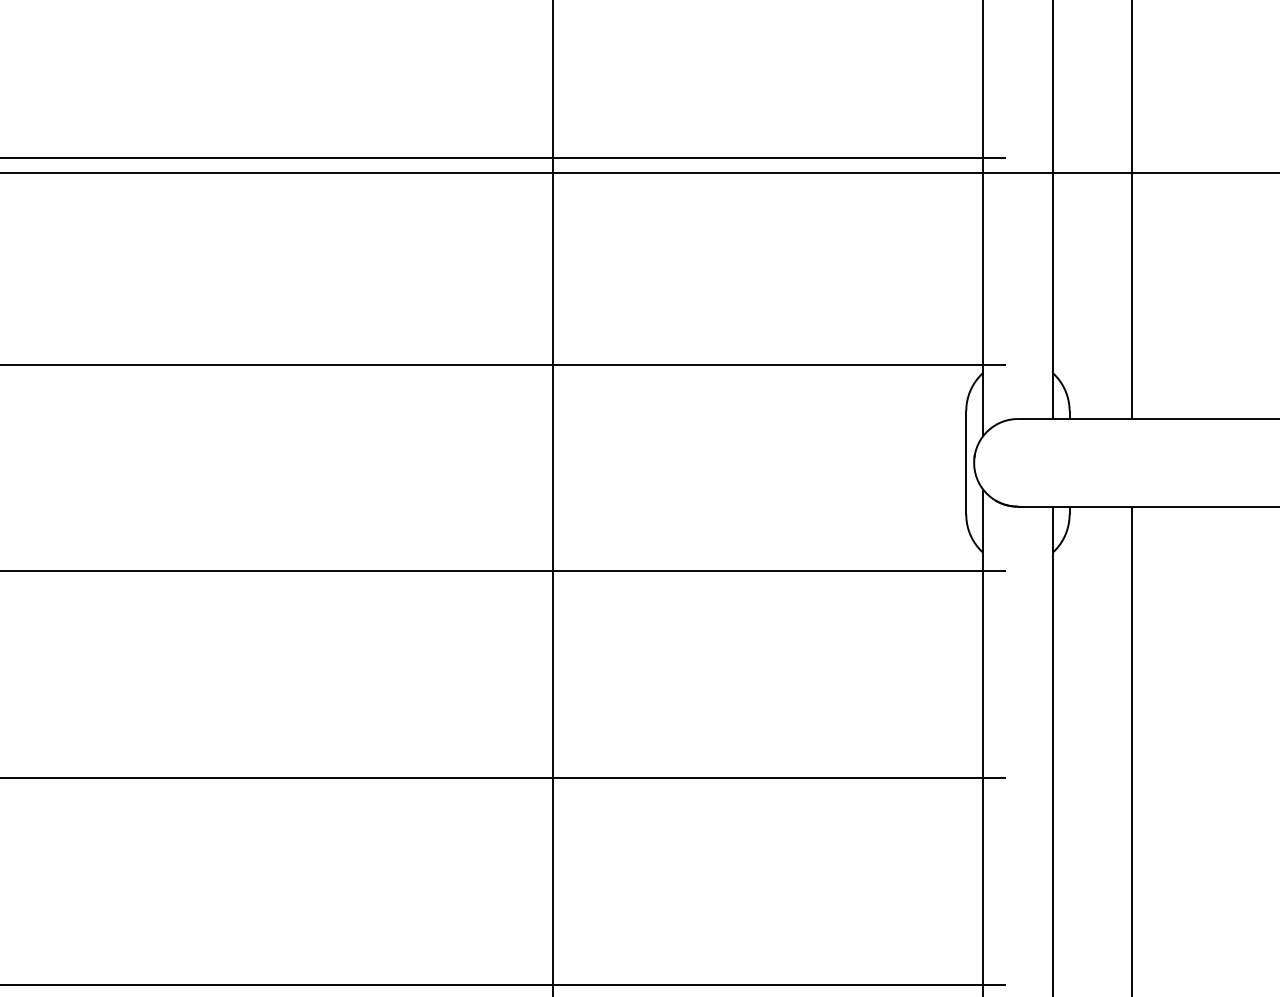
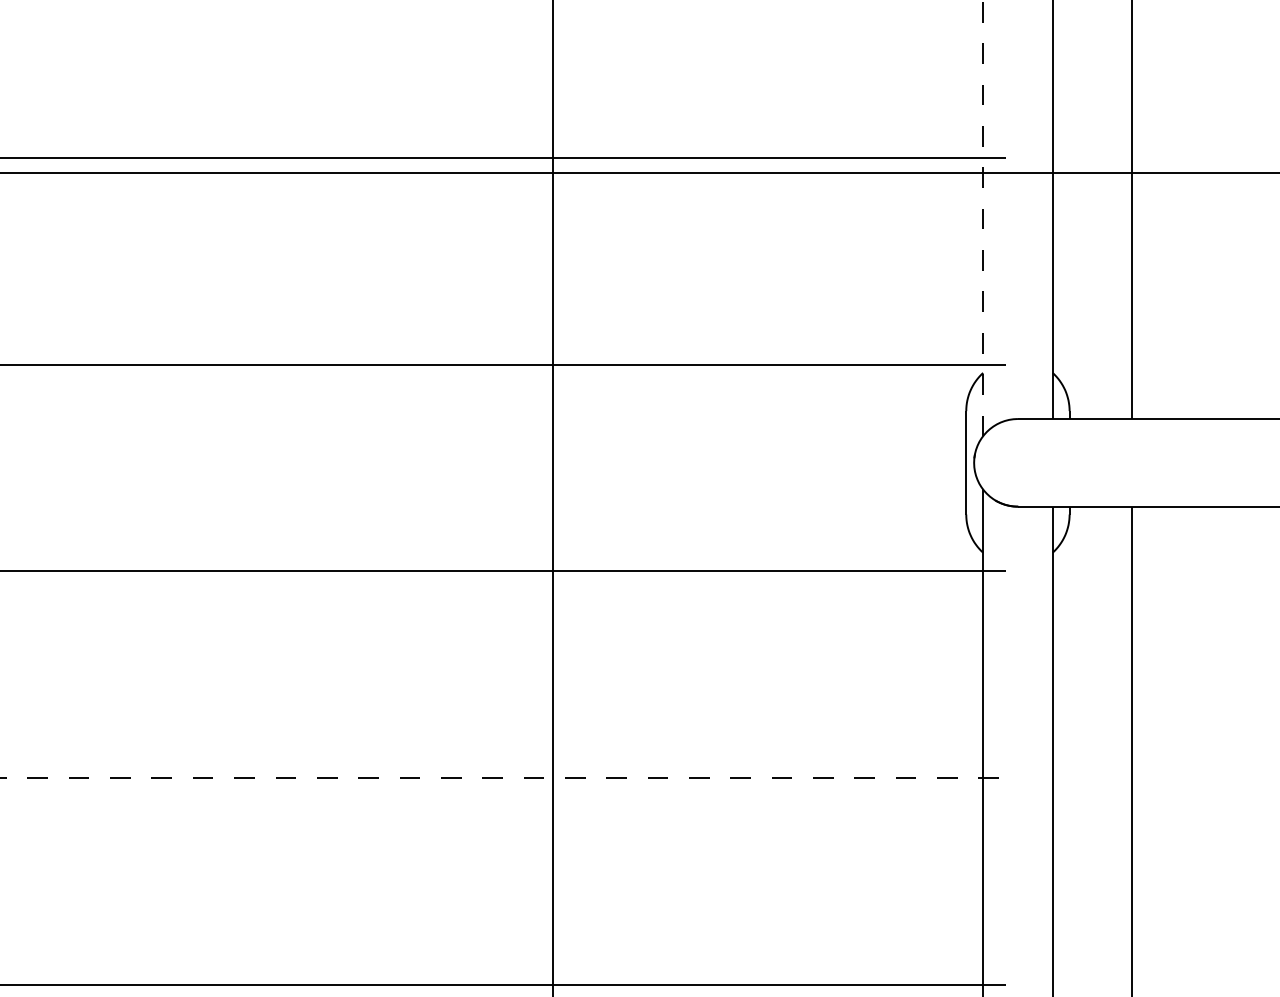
line at (983, 218): solid -> dashed
line at (502, 778): solid -> dashed
